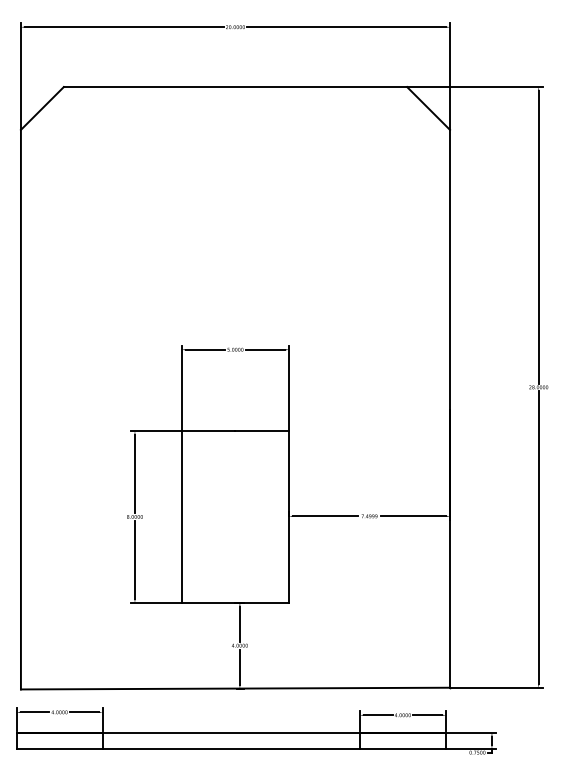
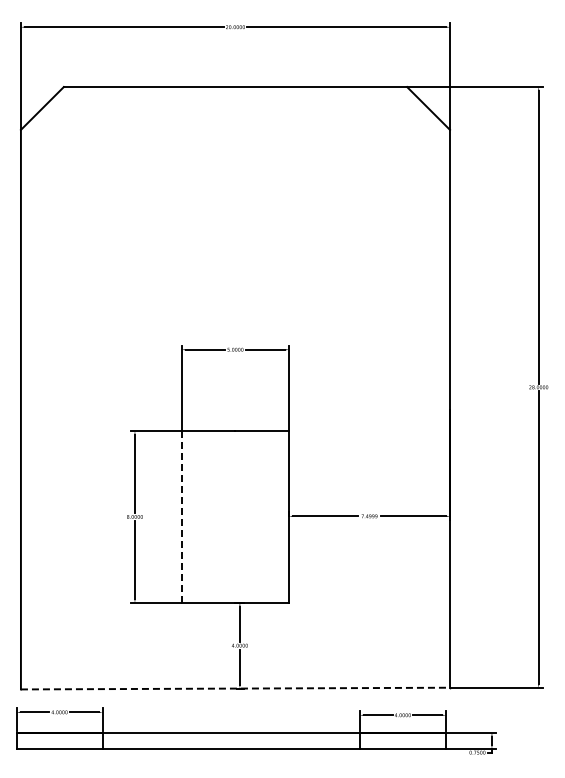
line at (181, 516): solid -> dashed
line at (235, 688): solid -> dashed
